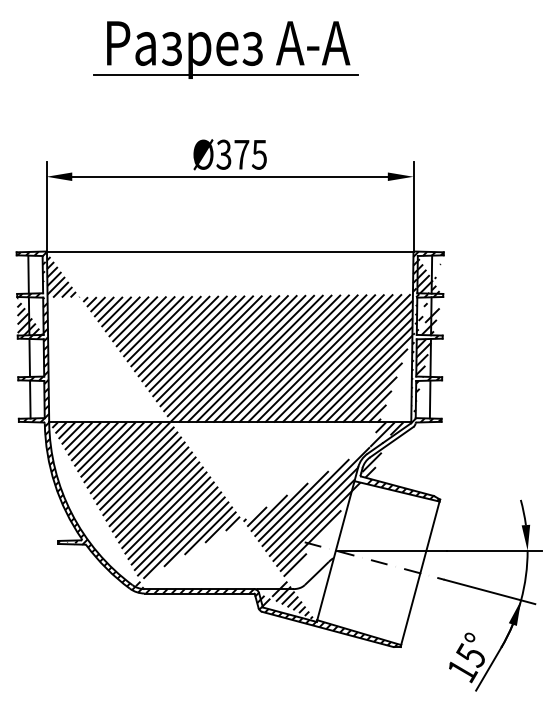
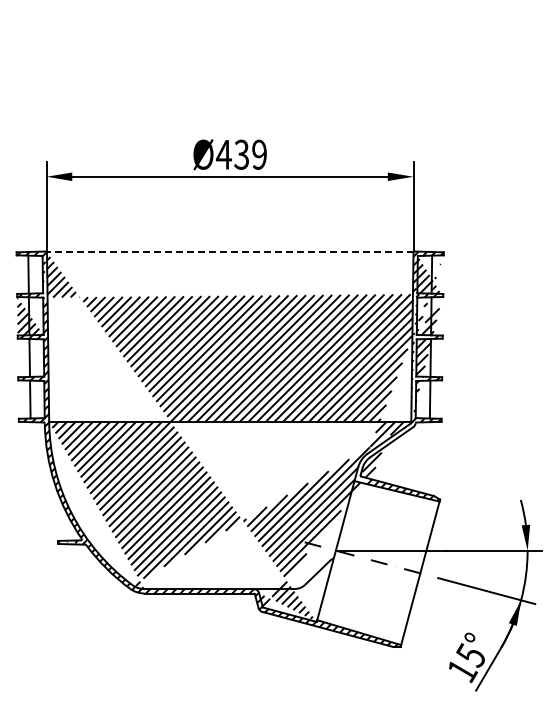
part at (225, 49): present -> none
text at (241, 154): Ø375 -> Ø439
line at (230, 251): solid -> dashed
